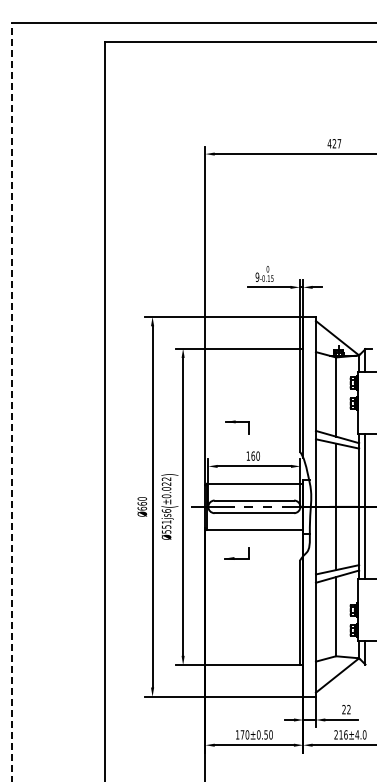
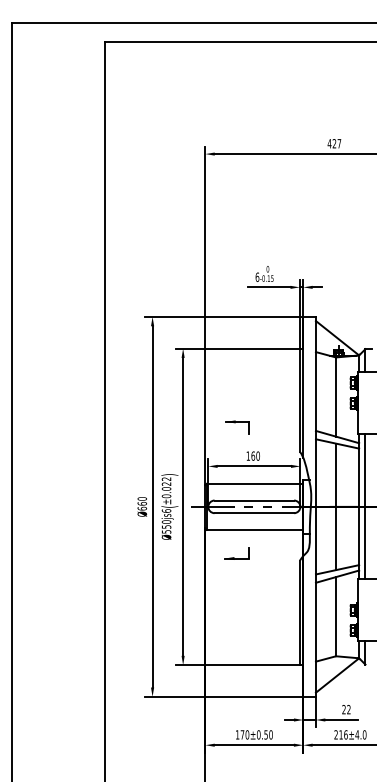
text at (257, 276): 9 -> 6
line at (11, 402): dashed -> solid
text at (166, 521): Ø551 -> Ø550
